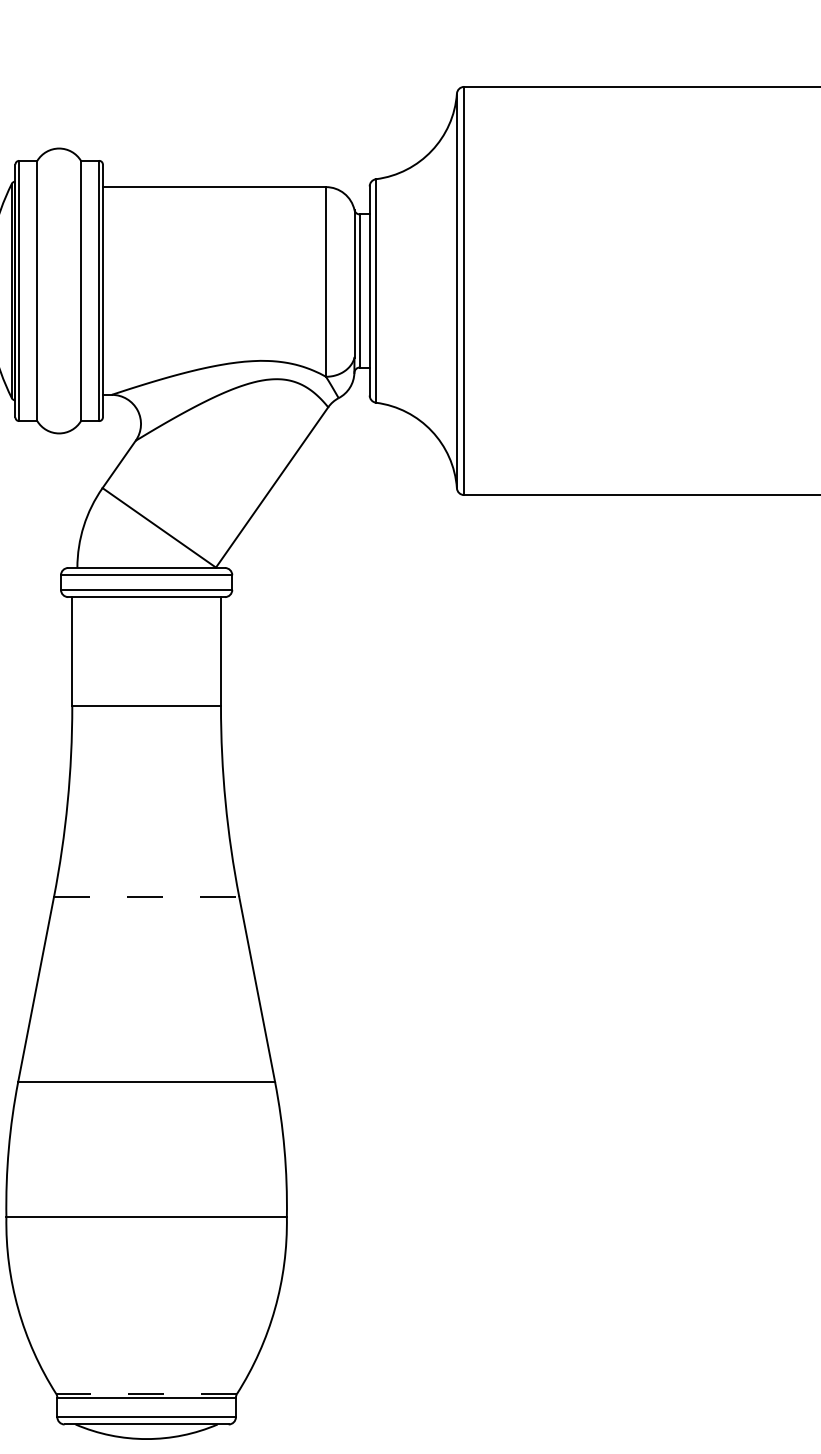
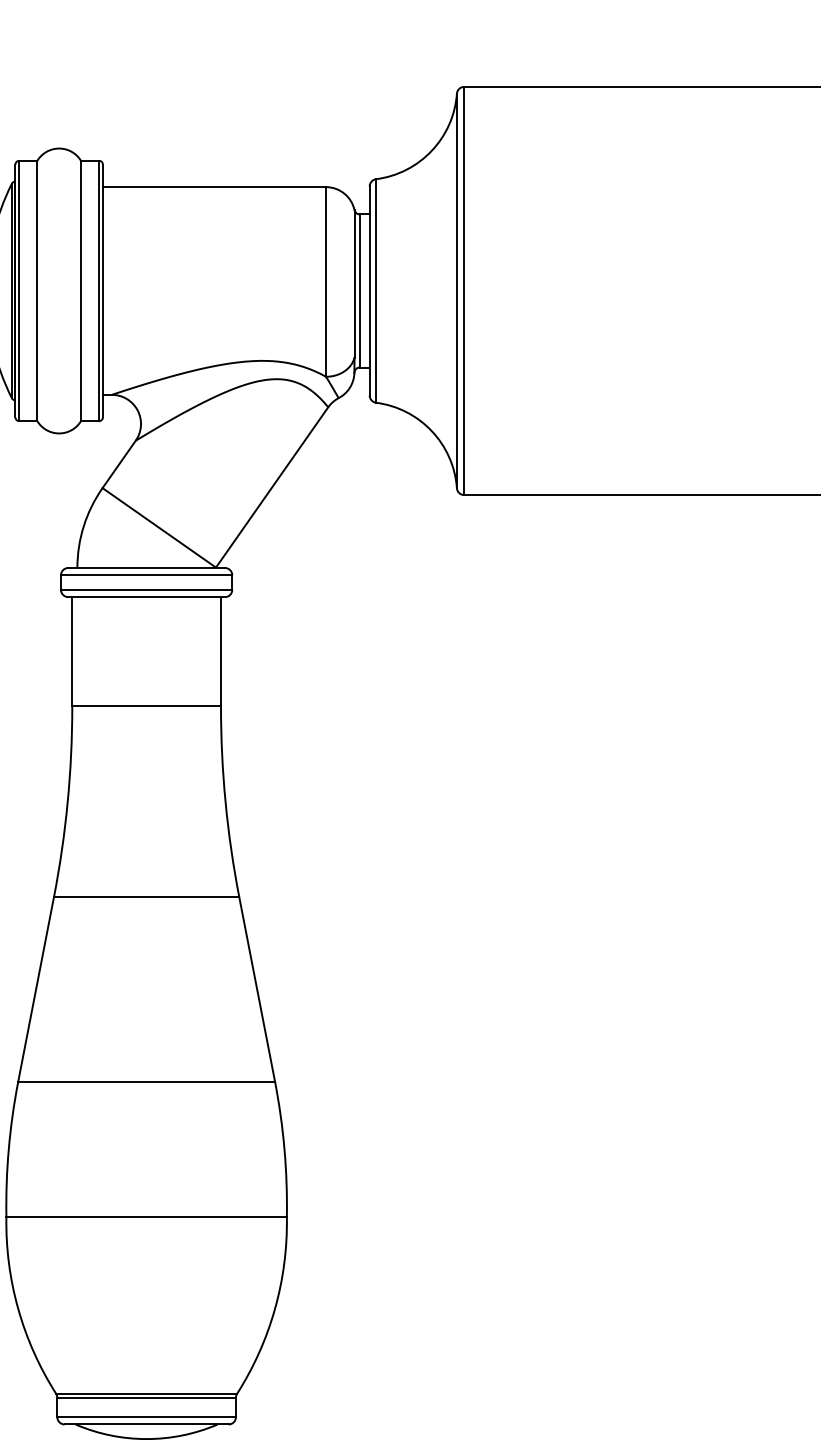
line at (146, 897): dashed -> solid
line at (146, 1393): dashed -> solid
